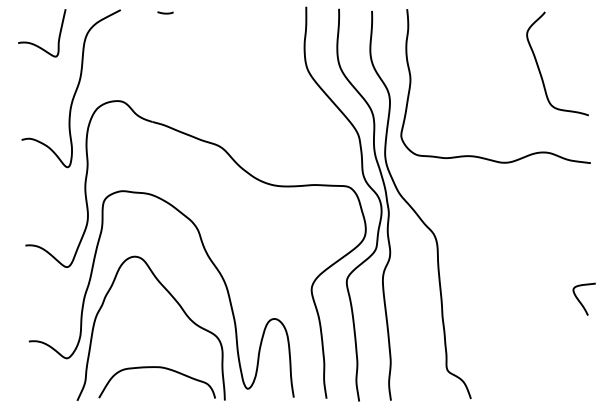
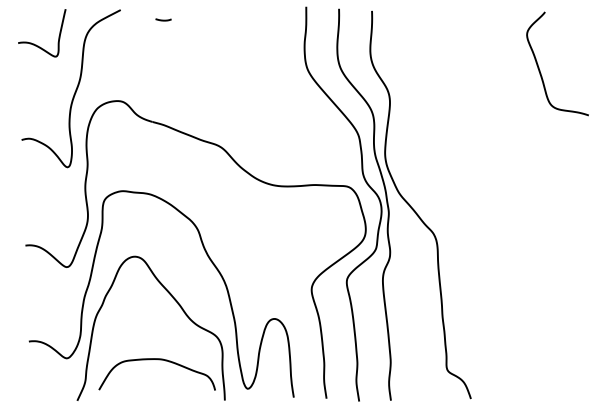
curve at (165, 12) position: (165, 12) -> (163, 19)
curve at (480, 156): present -> none
curve at (579, 299): present -> none
curve at (158, 368) position: (158, 368) -> (158, 360)
